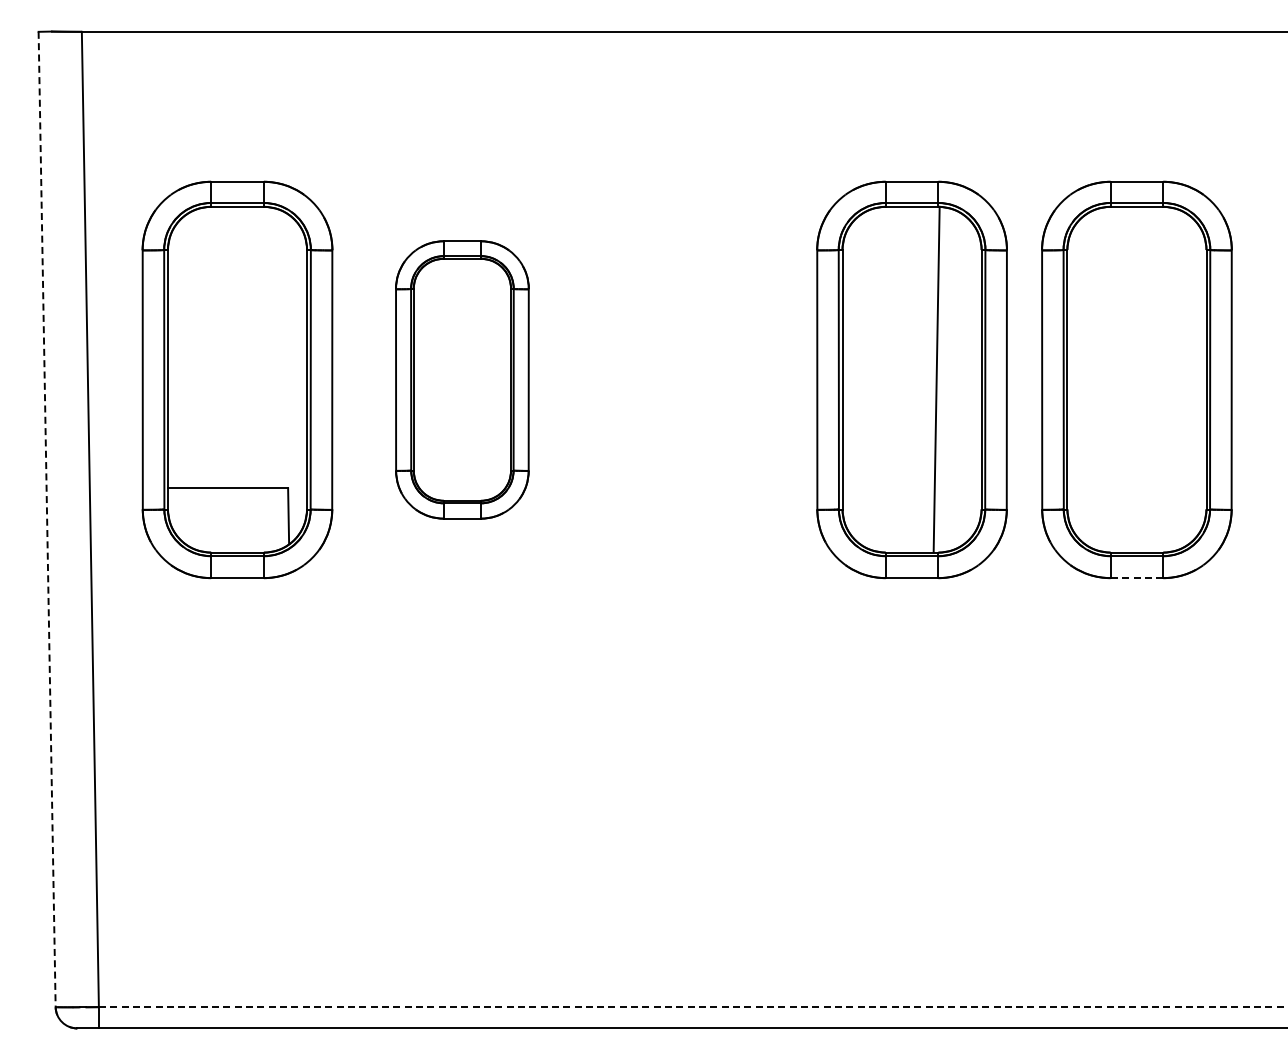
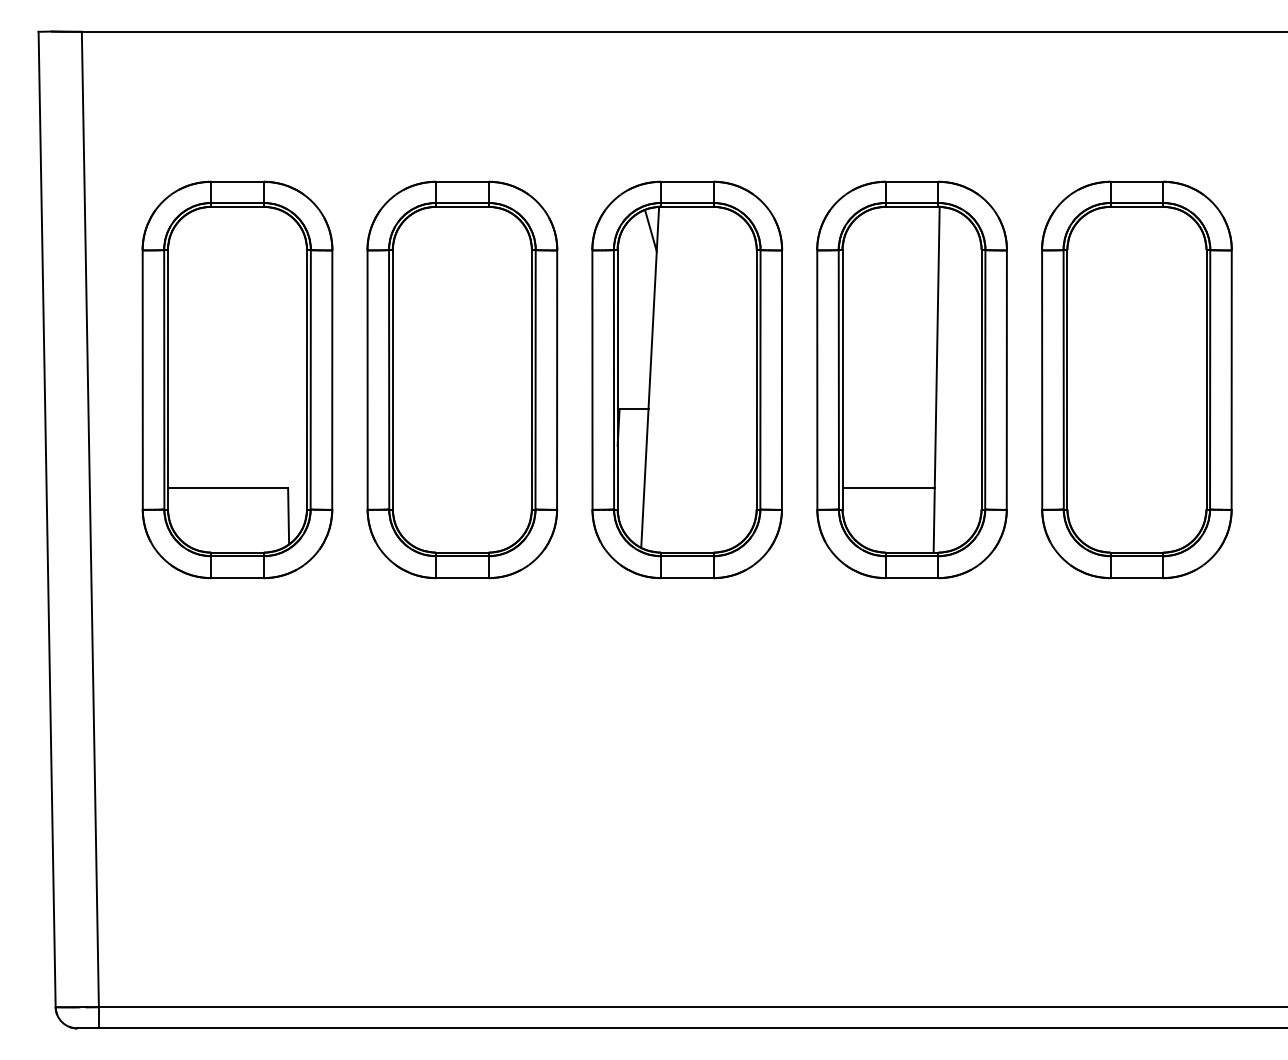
part at (462, 379) size: 135x280 px -> 193x400 px
part at (687, 379): none -> present
line at (888, 488): none -> present
line at (47, 519): dashed -> solid
line at (1136, 578): dashed -> solid
line at (693, 1007): dashed -> solid
